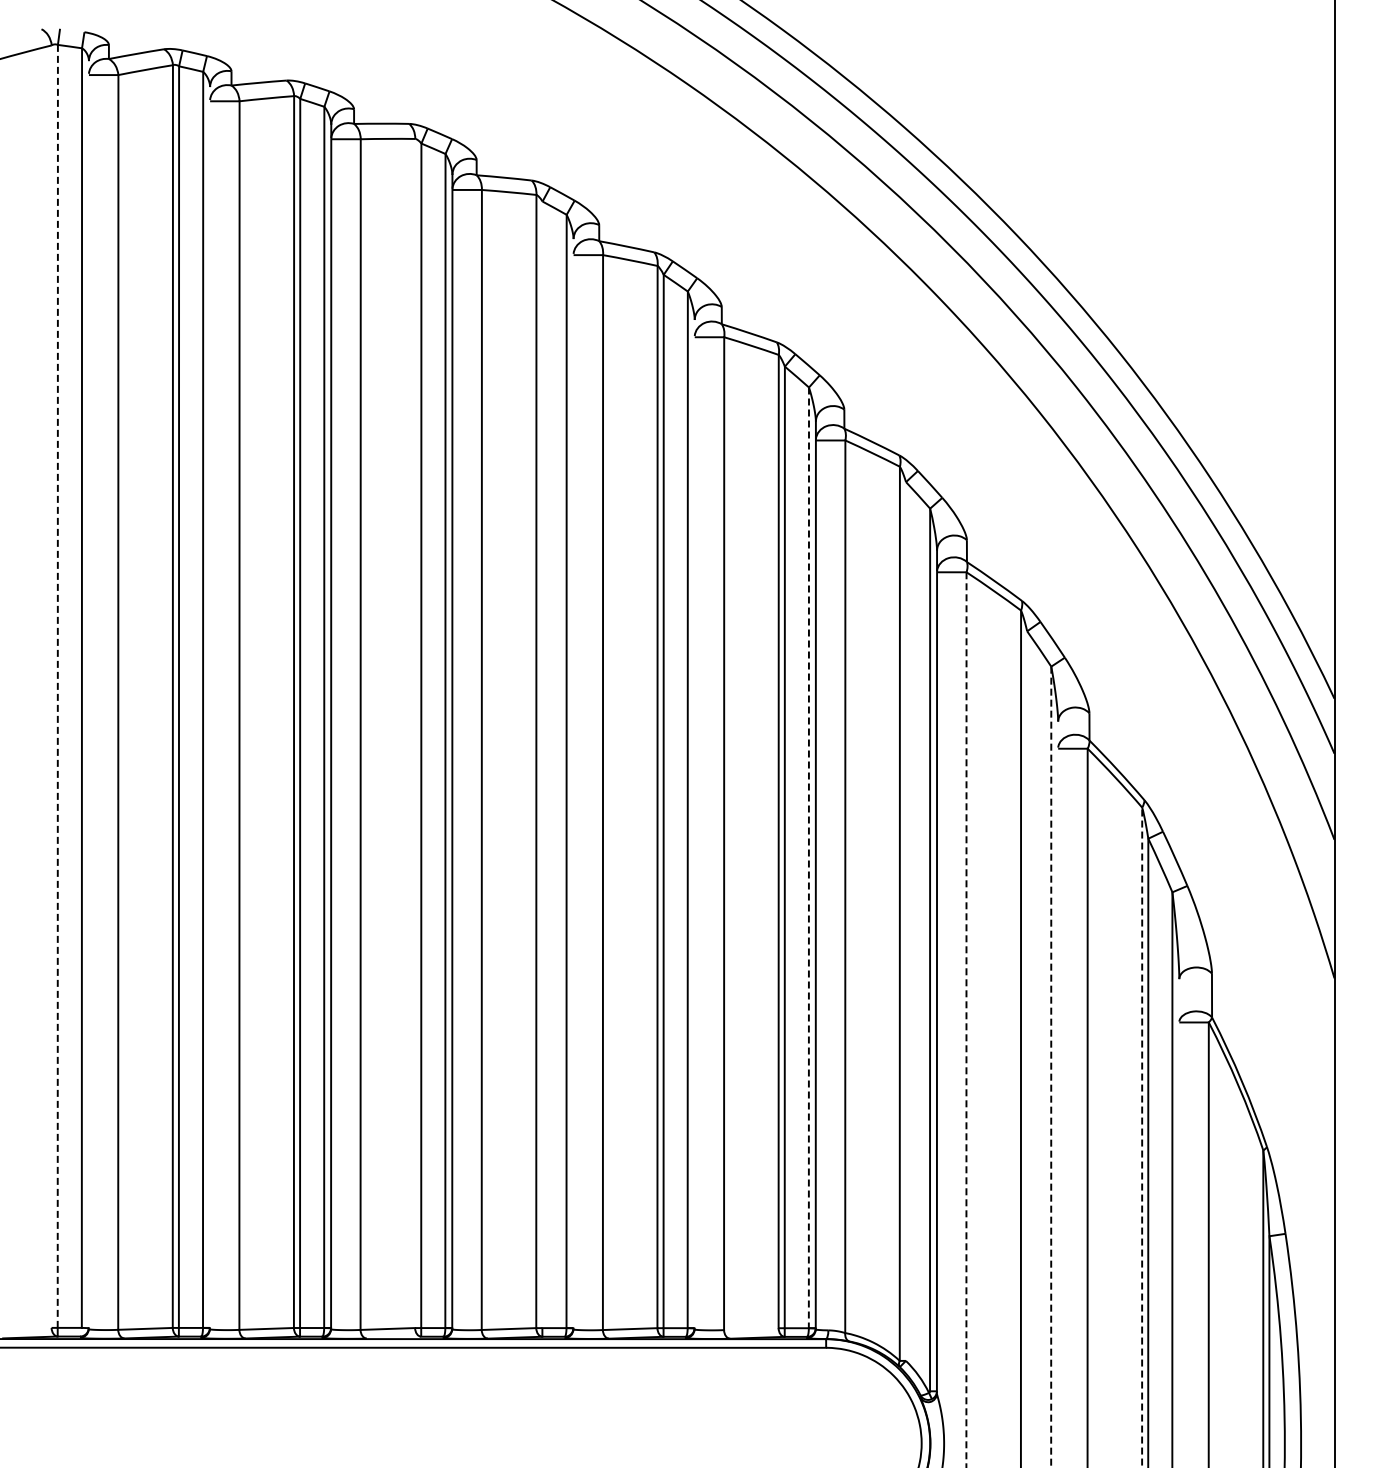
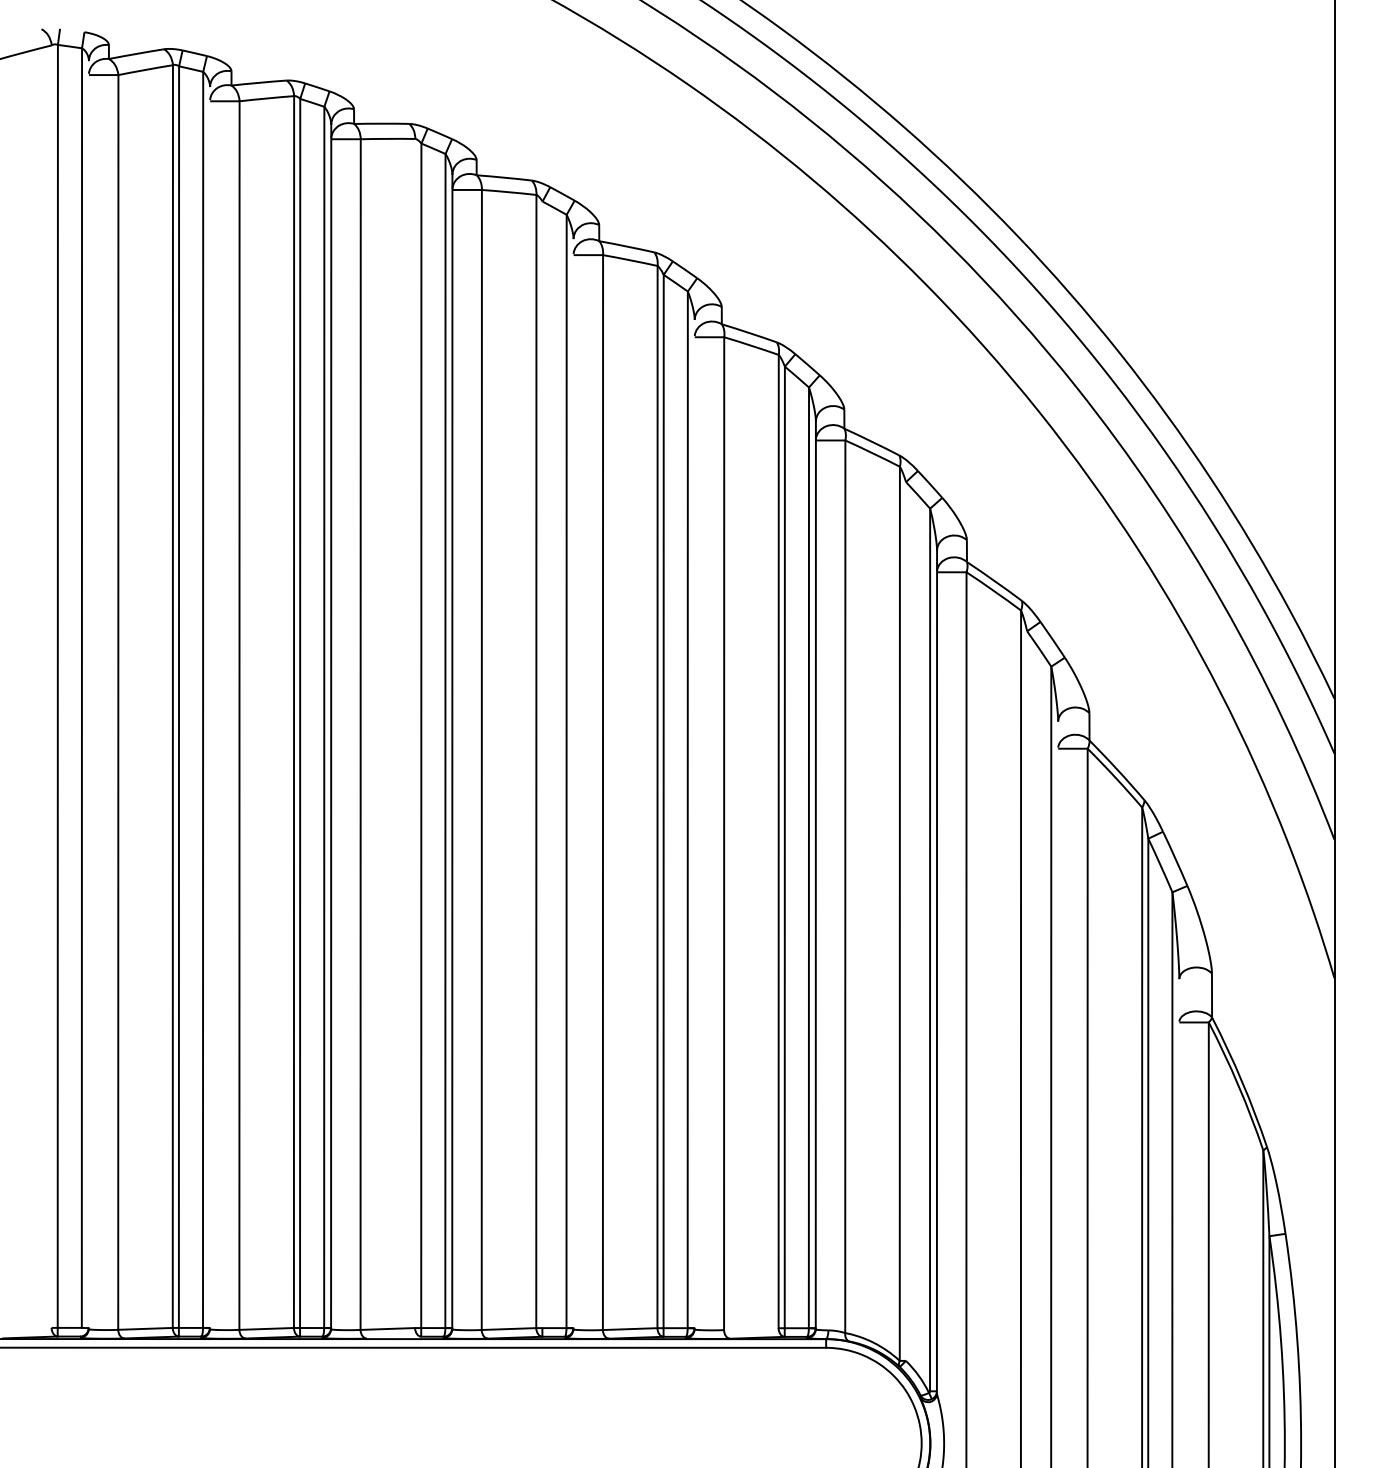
line at (57, 685): dashed -> solid
line at (808, 858): dashed -> solid
line at (966, 1020): dashed -> solid
line at (1051, 1067): dashed -> solid
line at (1142, 1137): dashed -> solid
